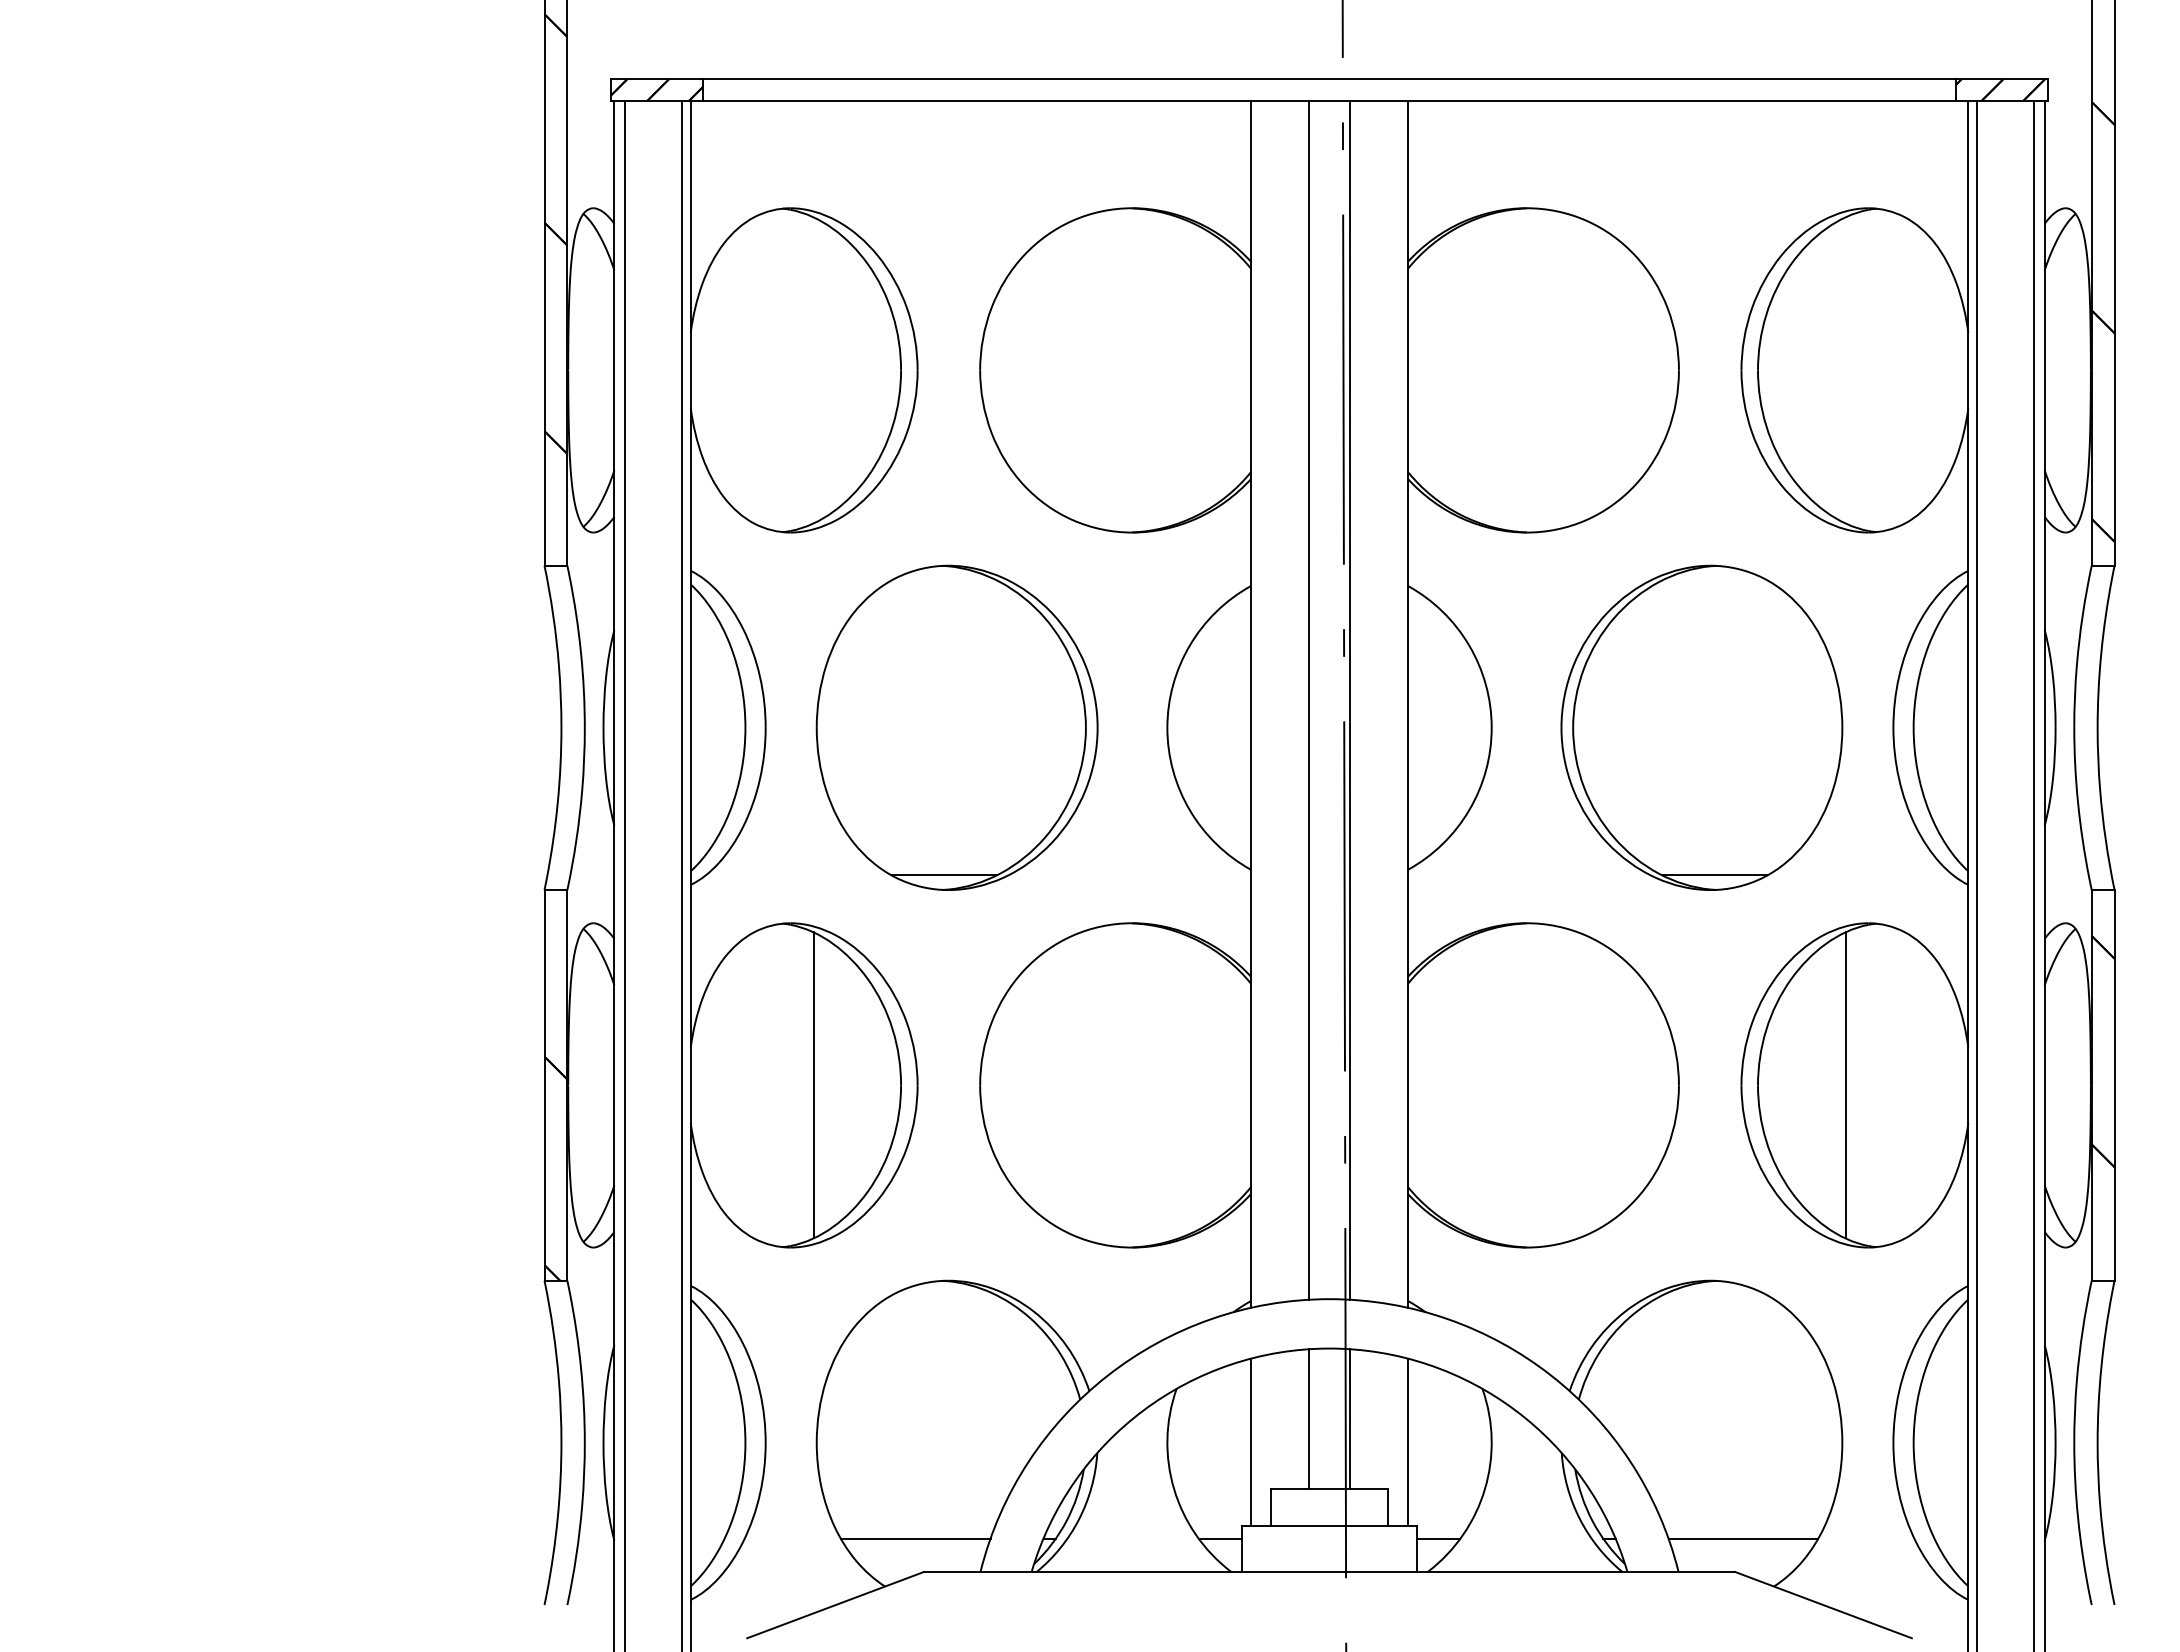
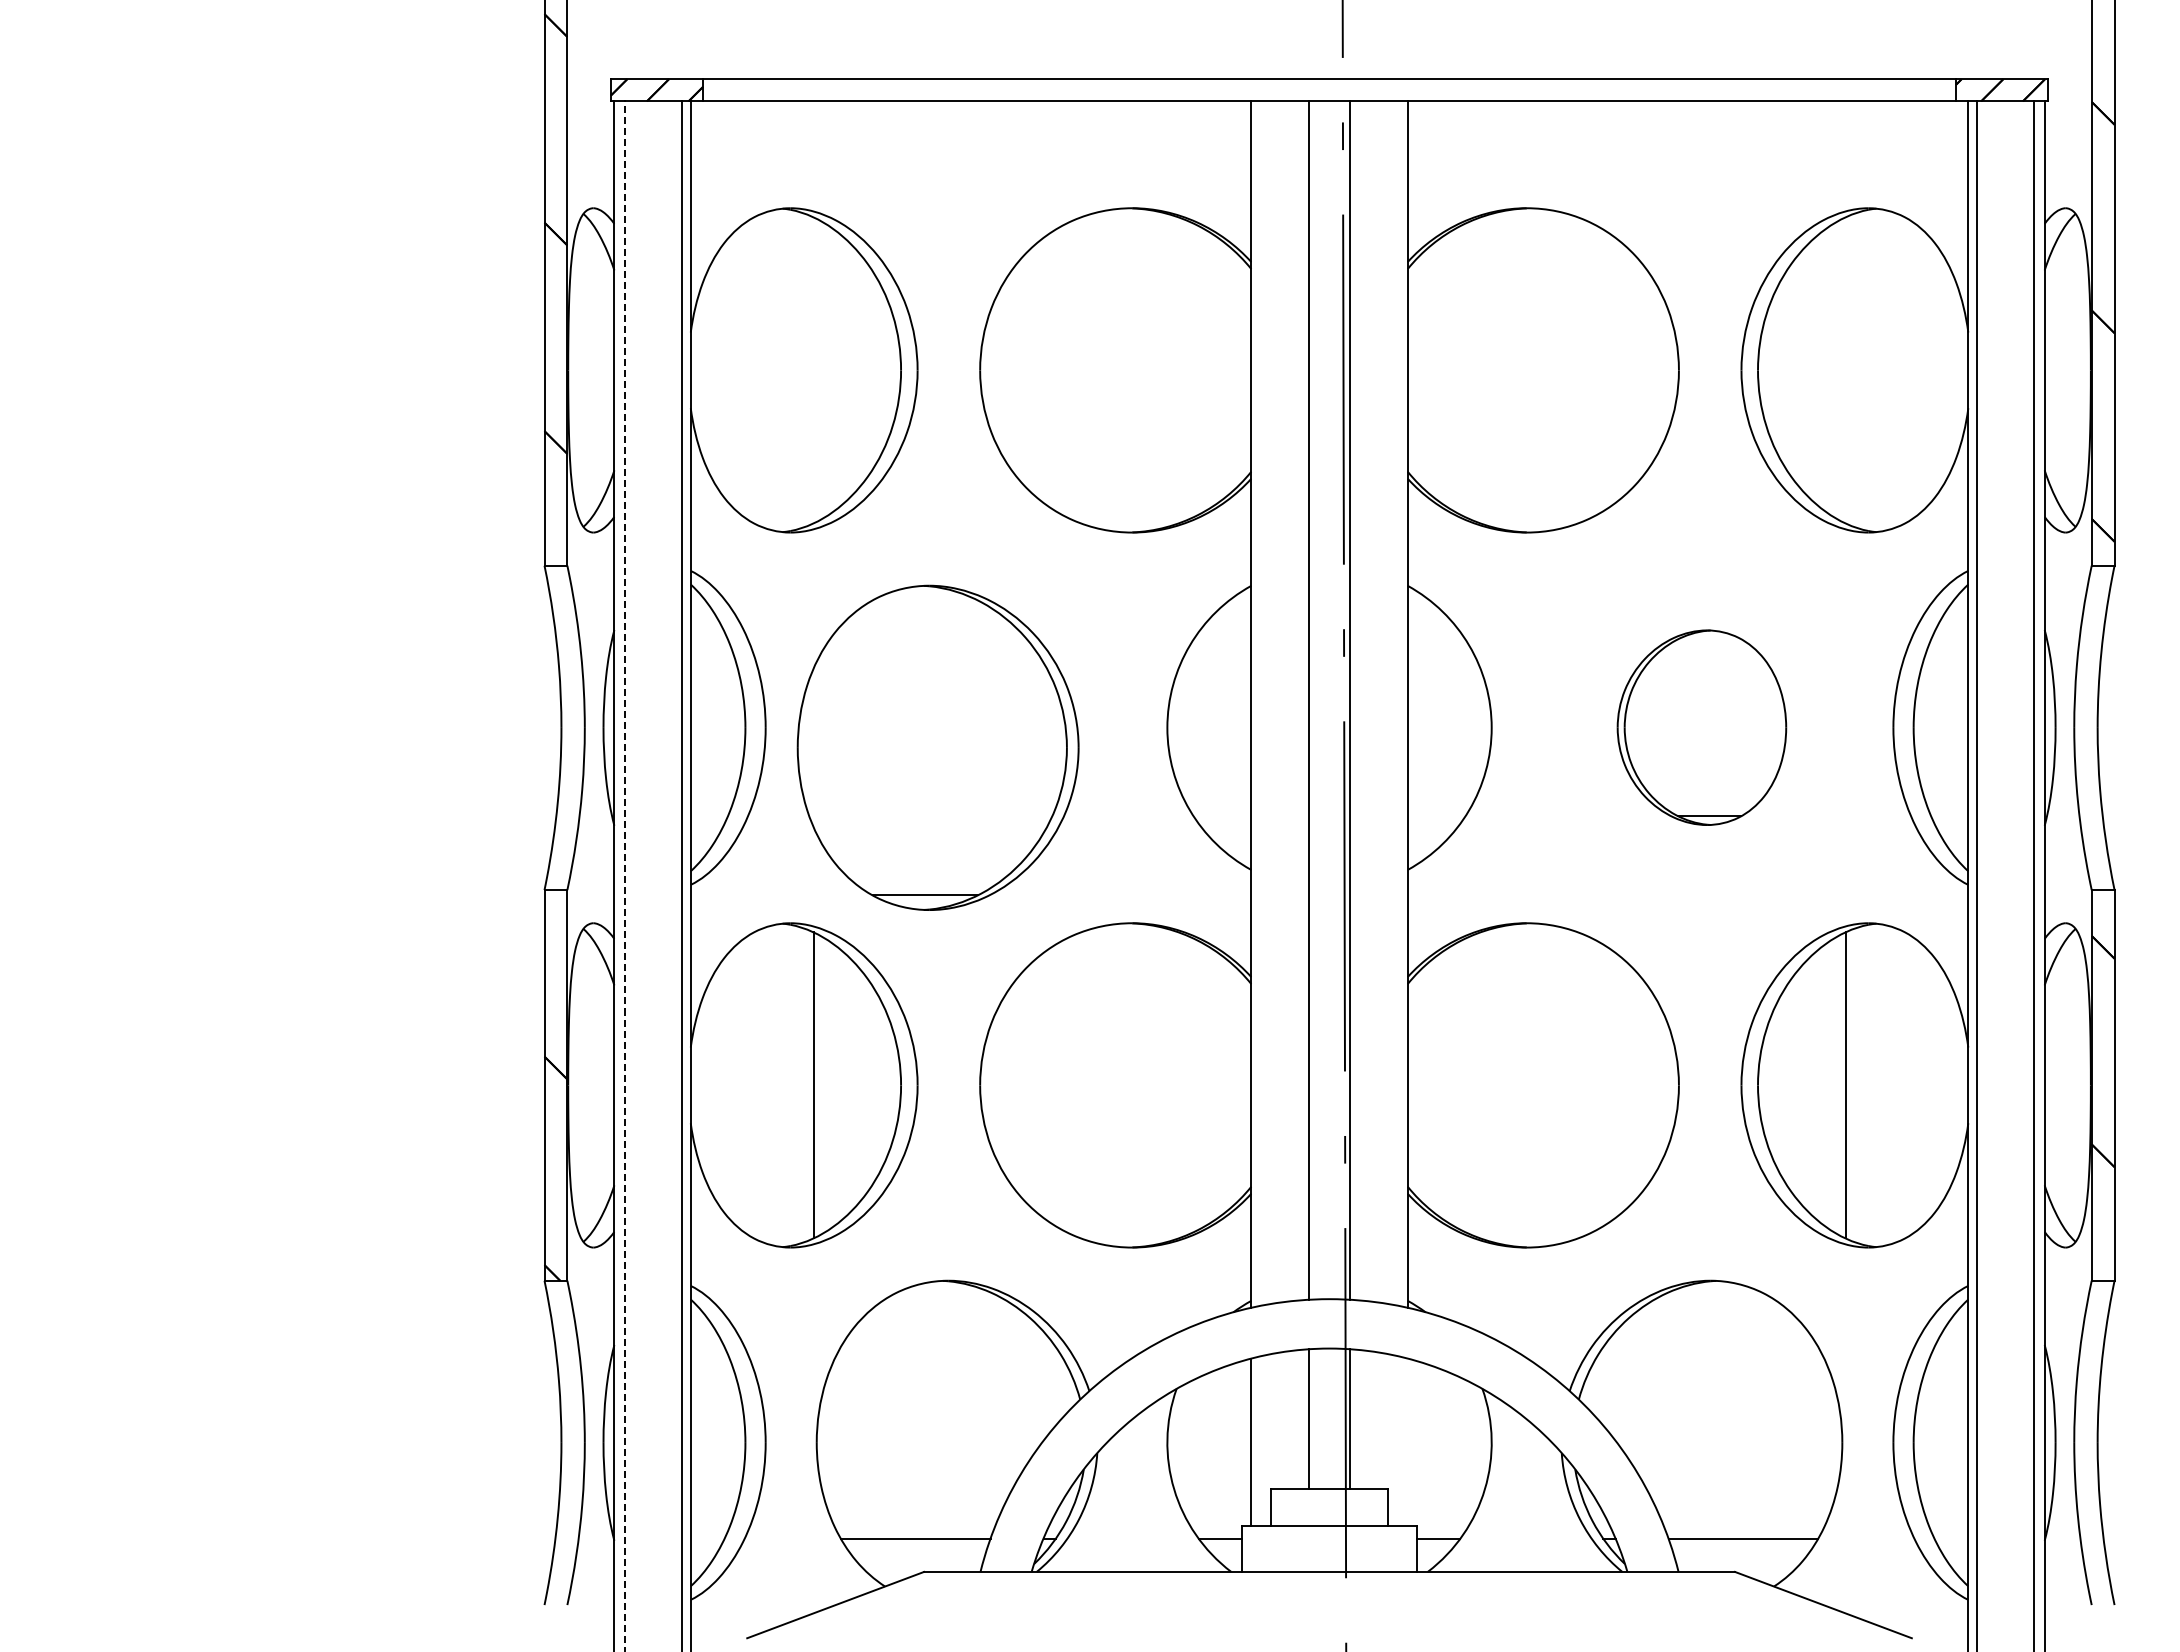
part at (956, 727) position: (956, 727) -> (937, 747)
part at (1701, 727) size: 284x327 px -> 172x197 px
line at (624, 876): solid -> dashed
line at (1407, 1442): present -> none
